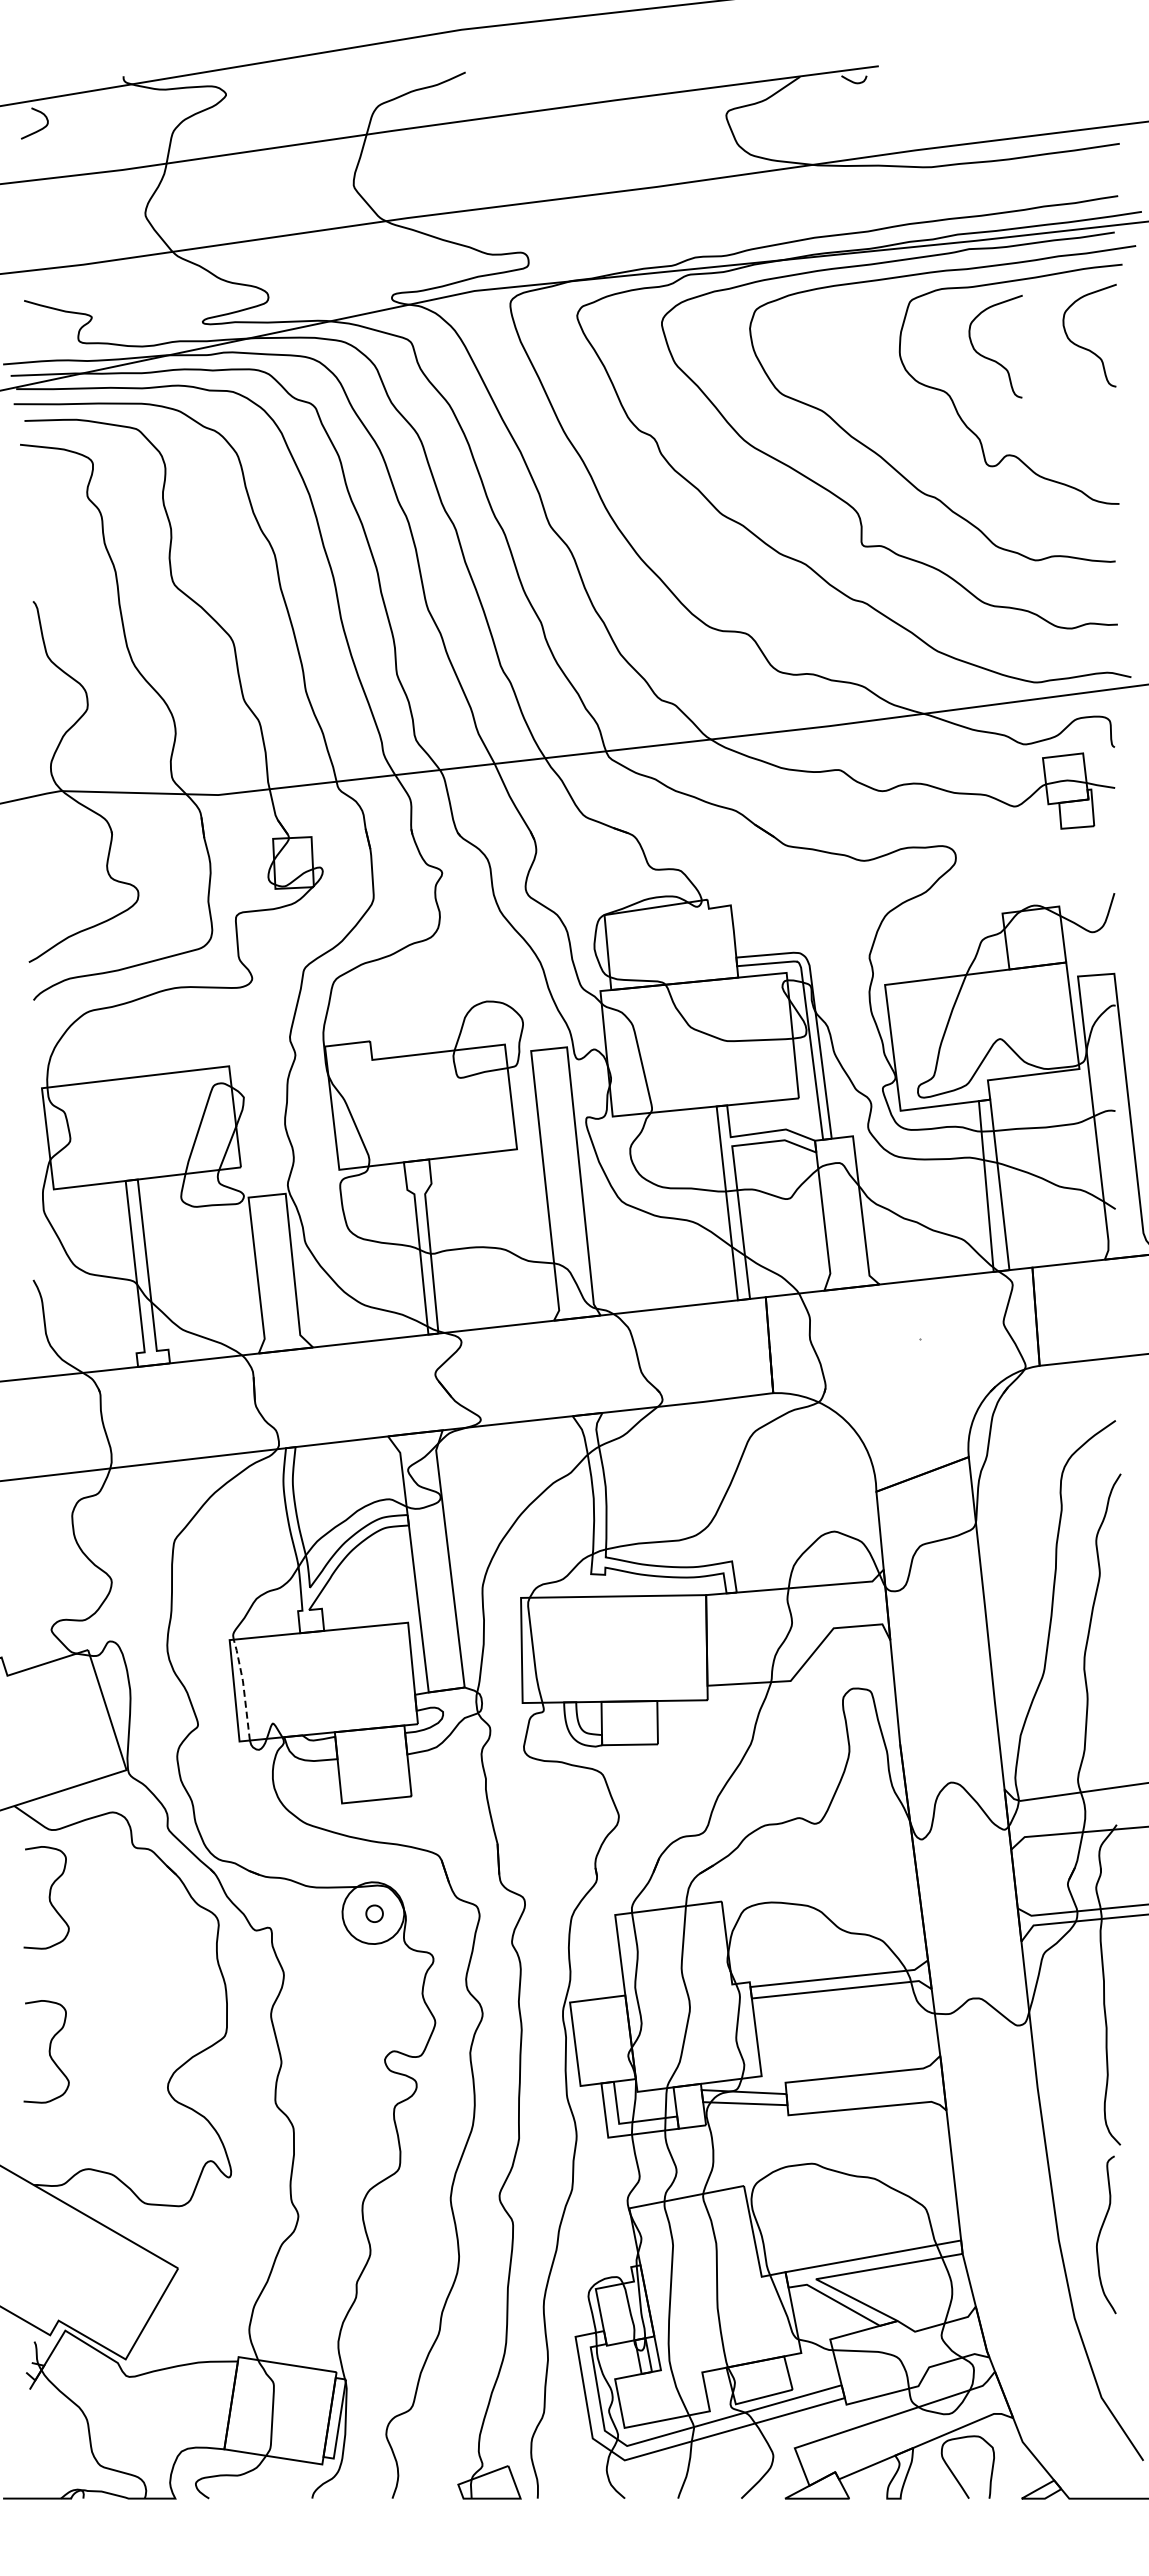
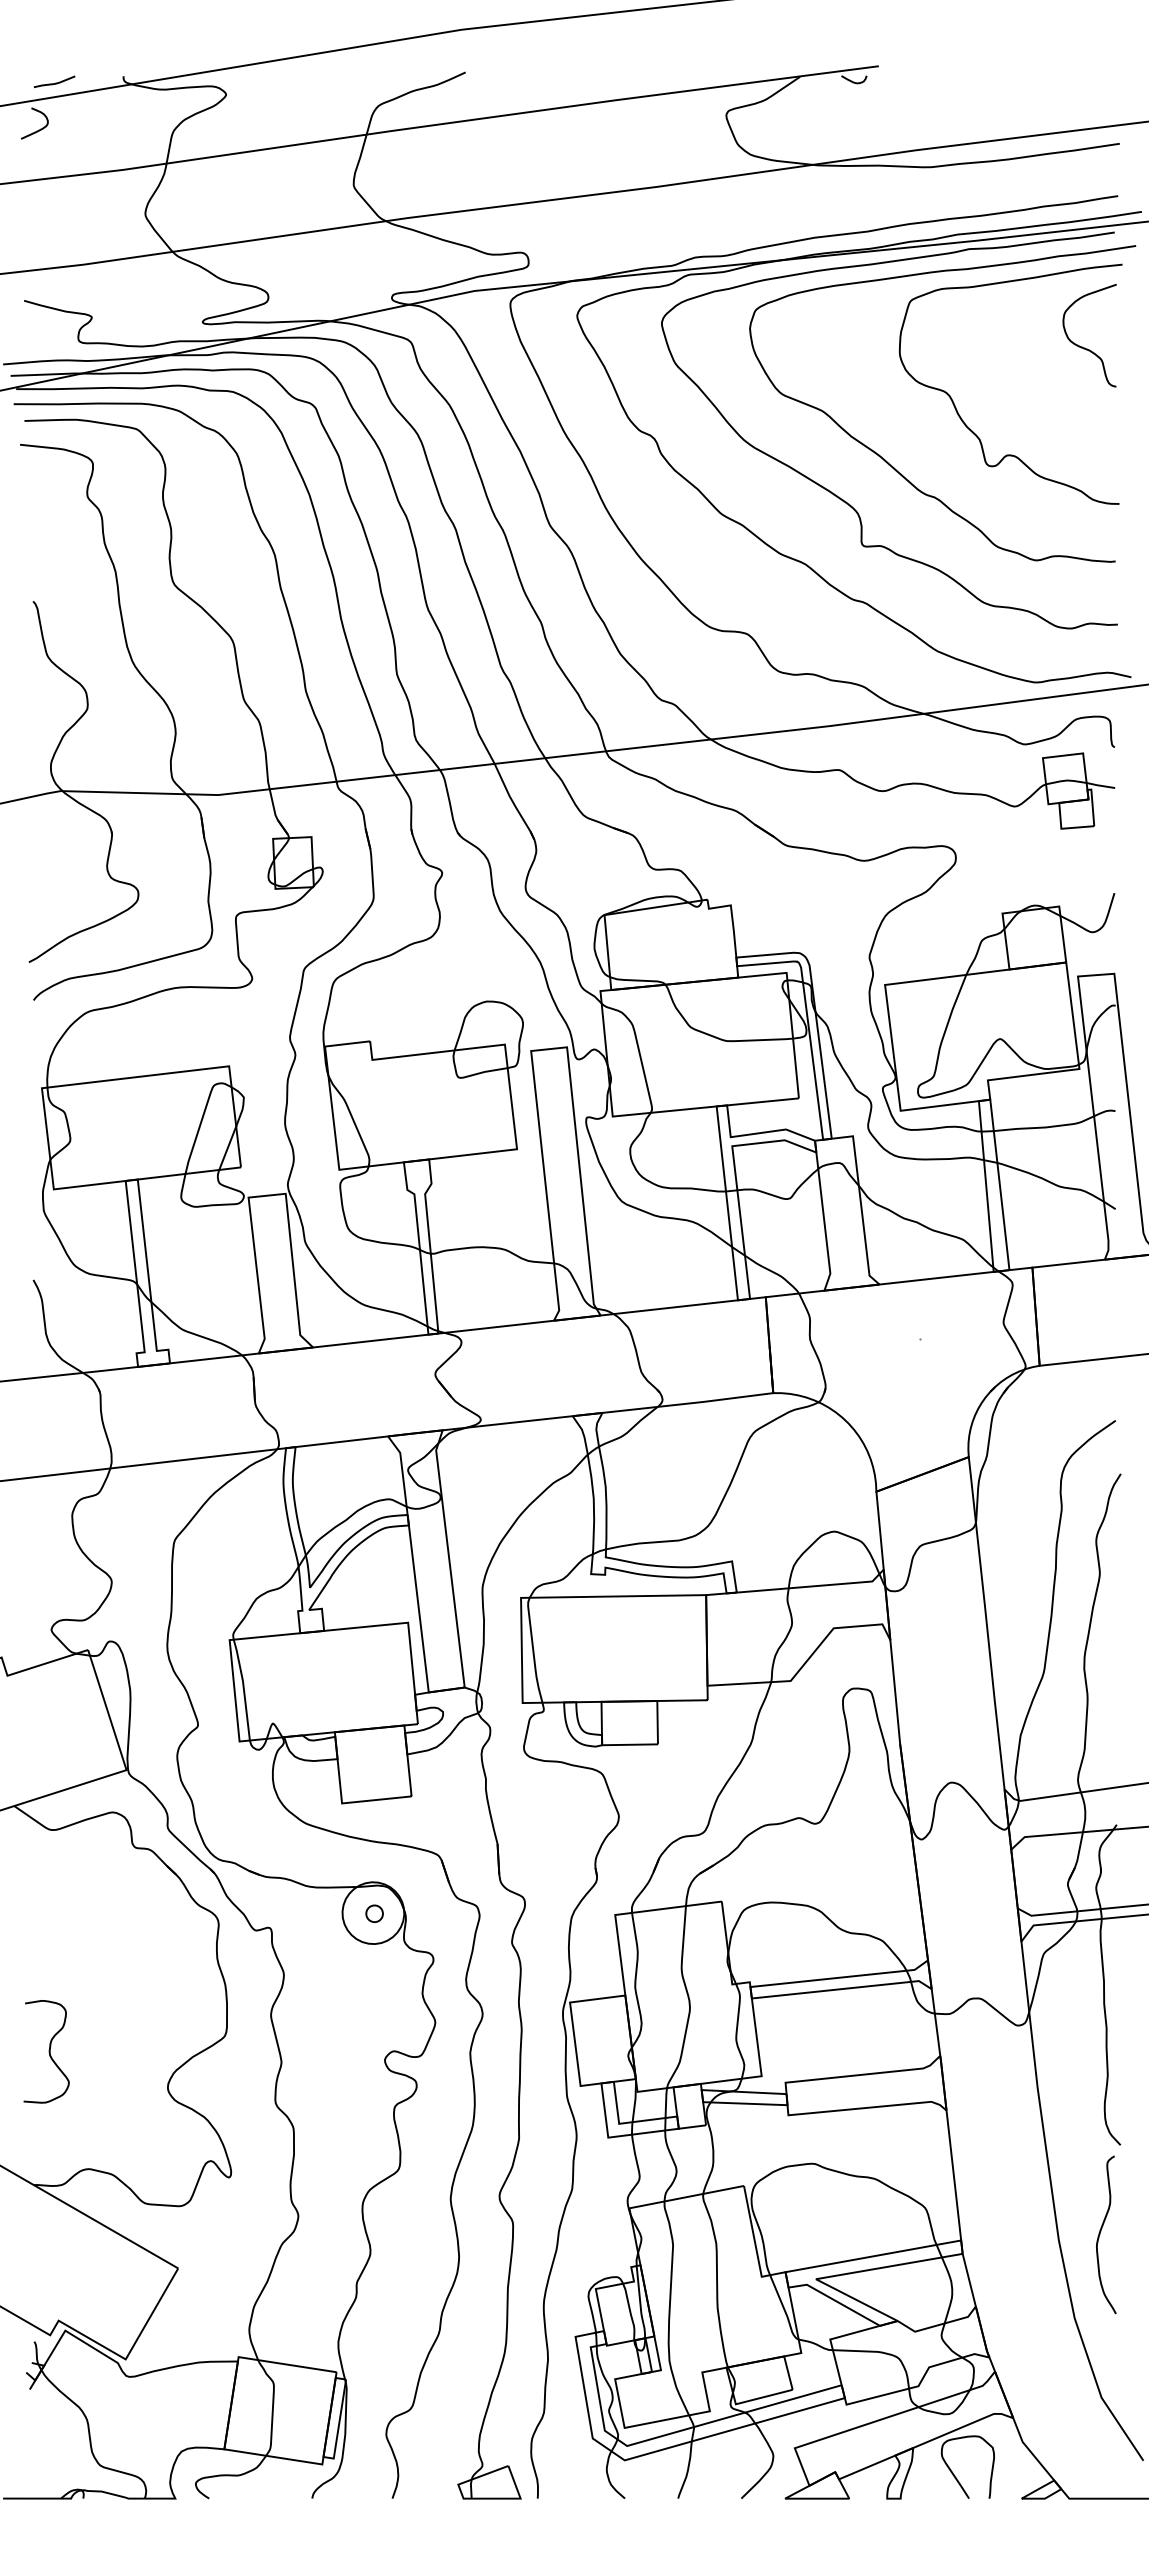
line at (55, 82): none -> present
curve at (990, 358): present -> none
line at (243, 1687): dashed -> solid
curve at (48, 1897): present -> none
